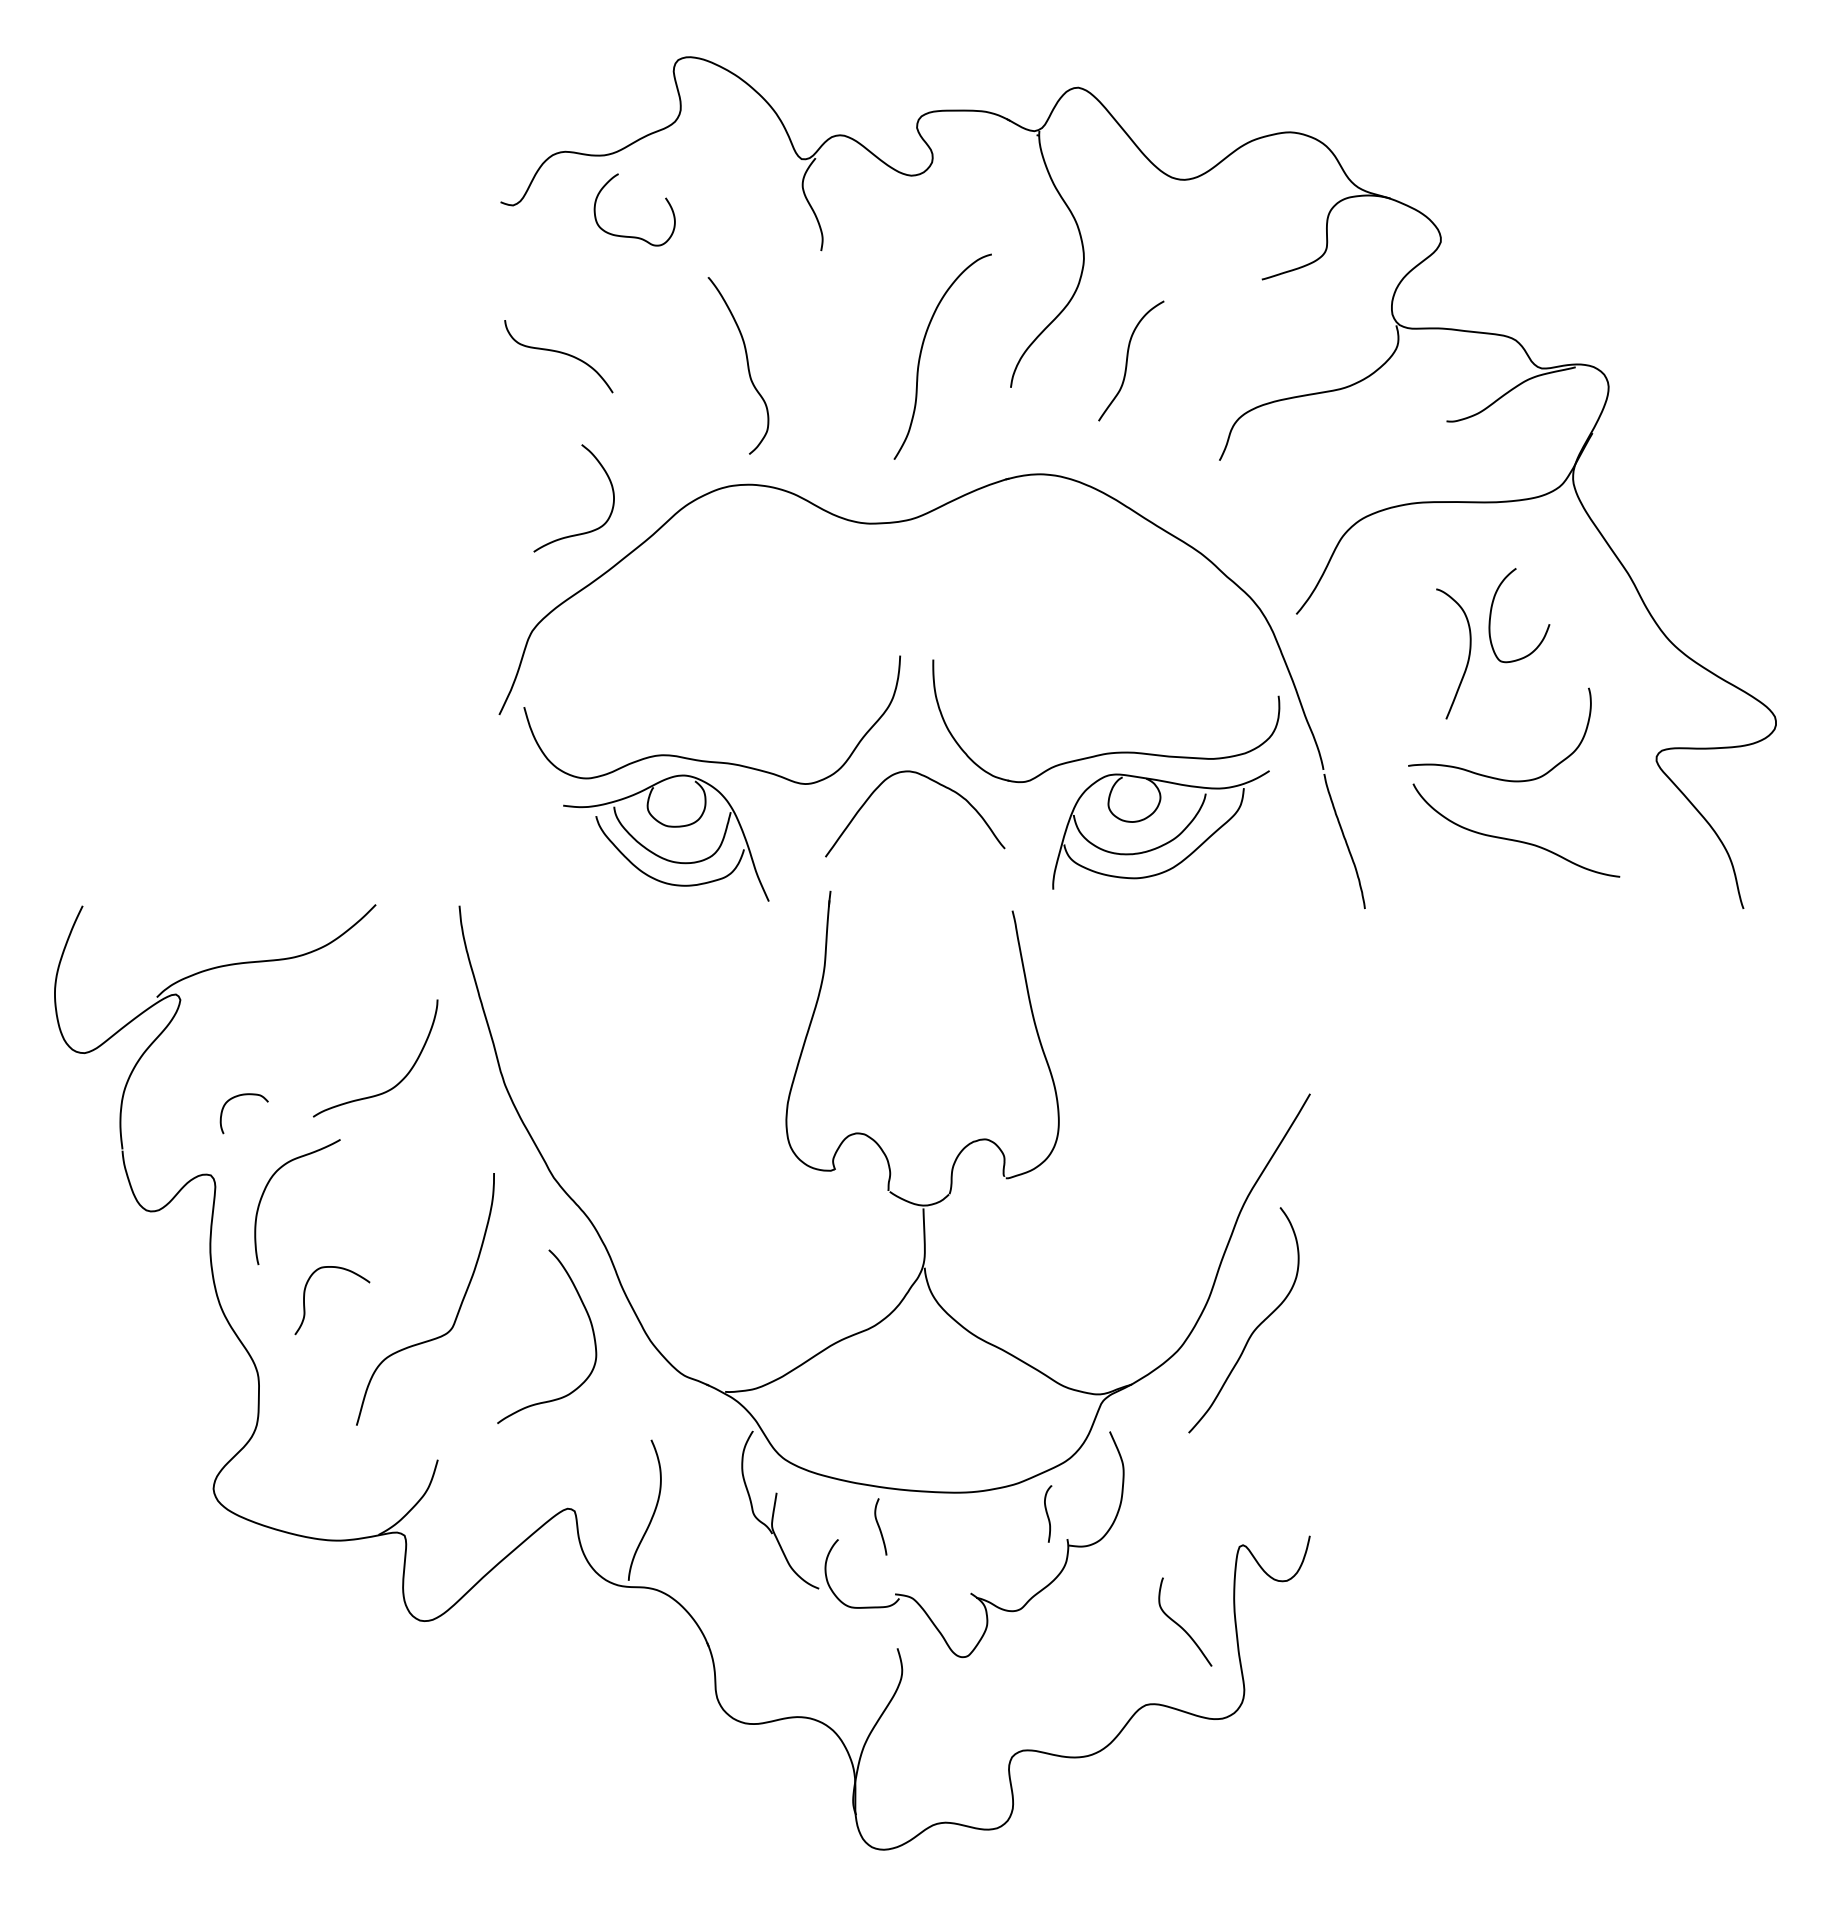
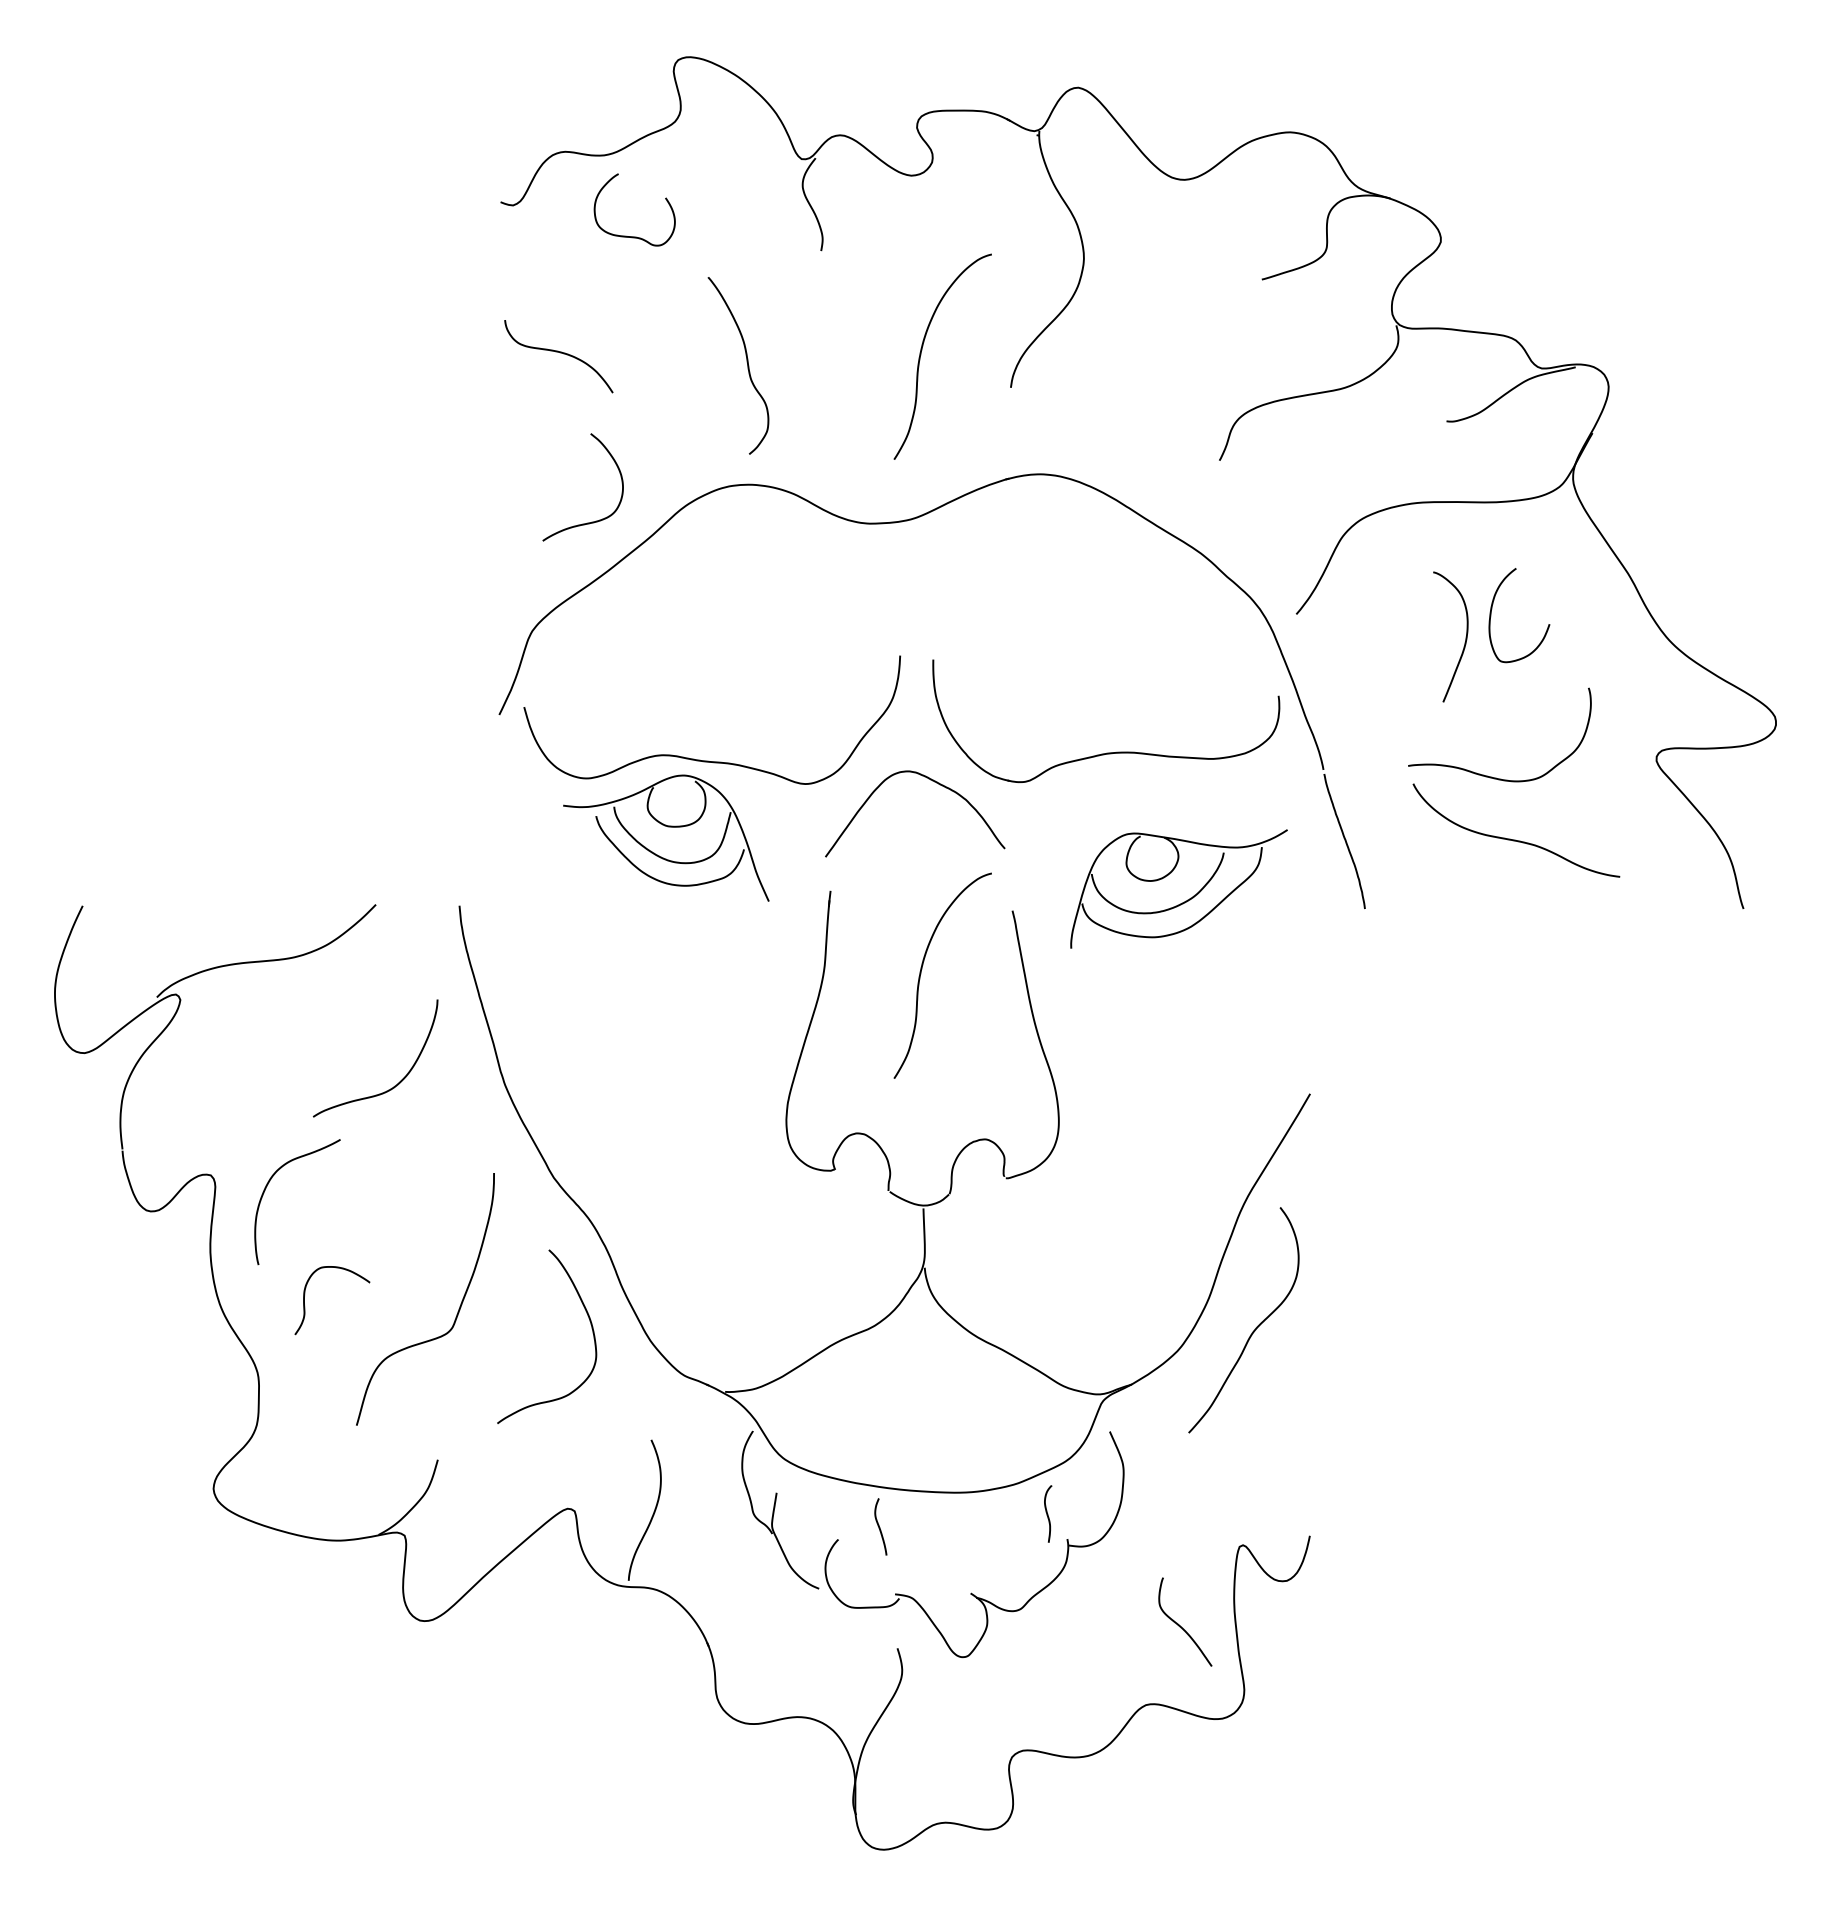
curve at (1127, 360): present -> none
curve at (582, 532) position: (582, 532) -> (591, 521)
curve at (1468, 653) position: (1468, 653) -> (1465, 636)
part at (1167, 841) position: (1167, 841) -> (1185, 900)
curve at (922, 969): none -> present
curve at (239, 1096): present -> none
